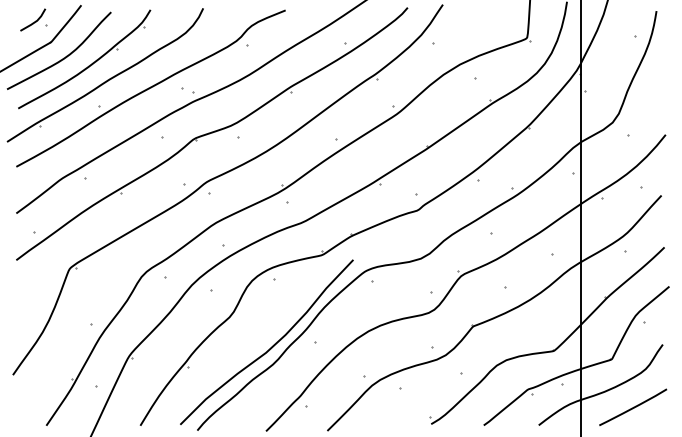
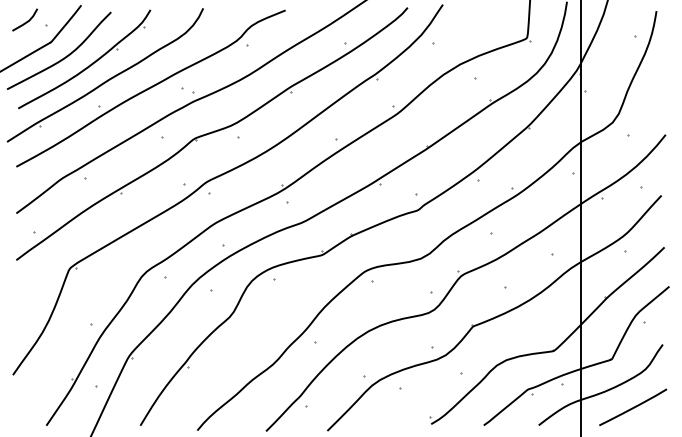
line at (35, 20) position: (35, 20) -> (27, 20)
curve at (271, 346): present -> none
